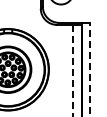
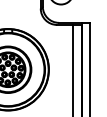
line at (89, 69): dashed -> solid
line at (73, 70): dashed -> solid
